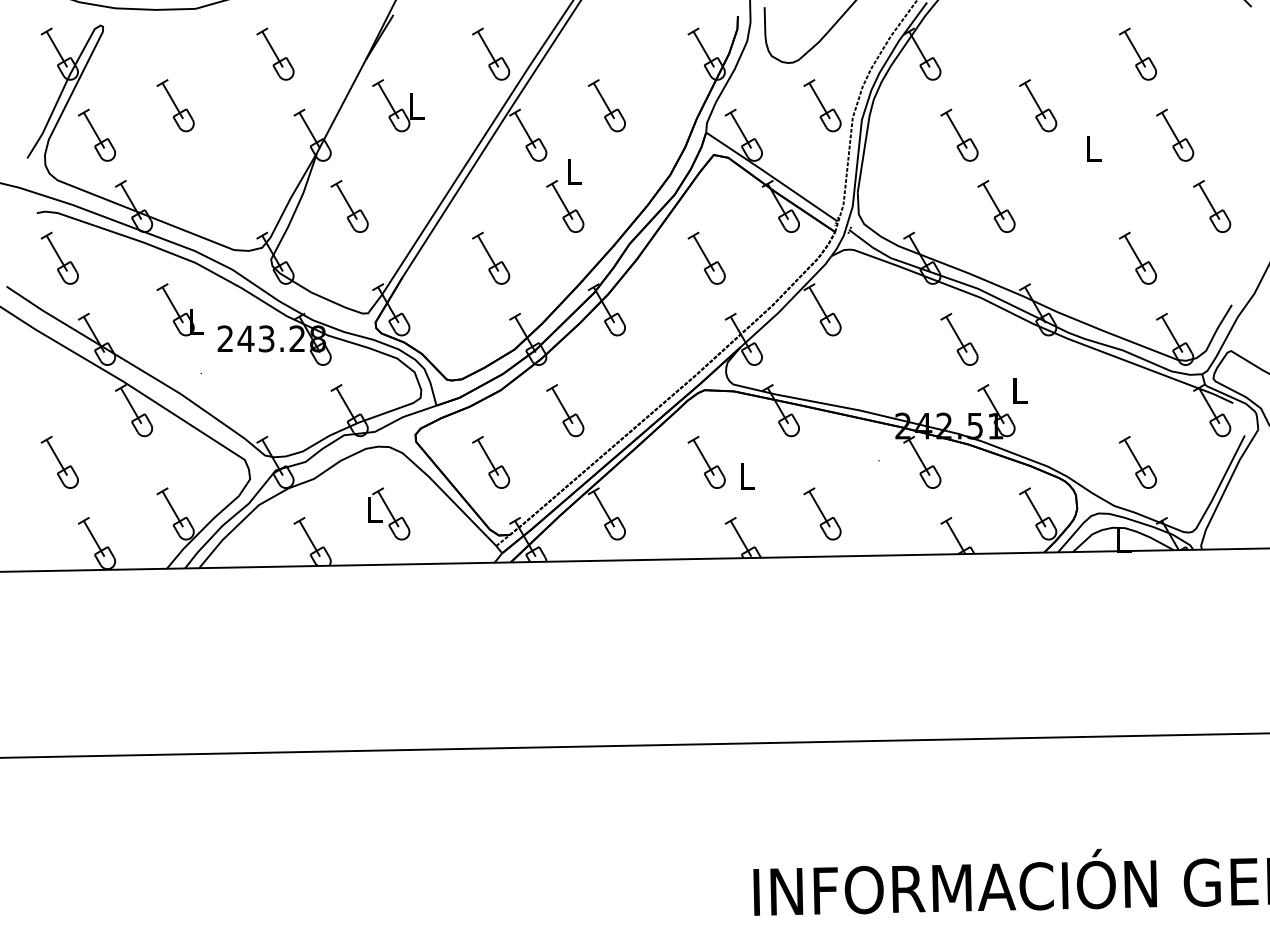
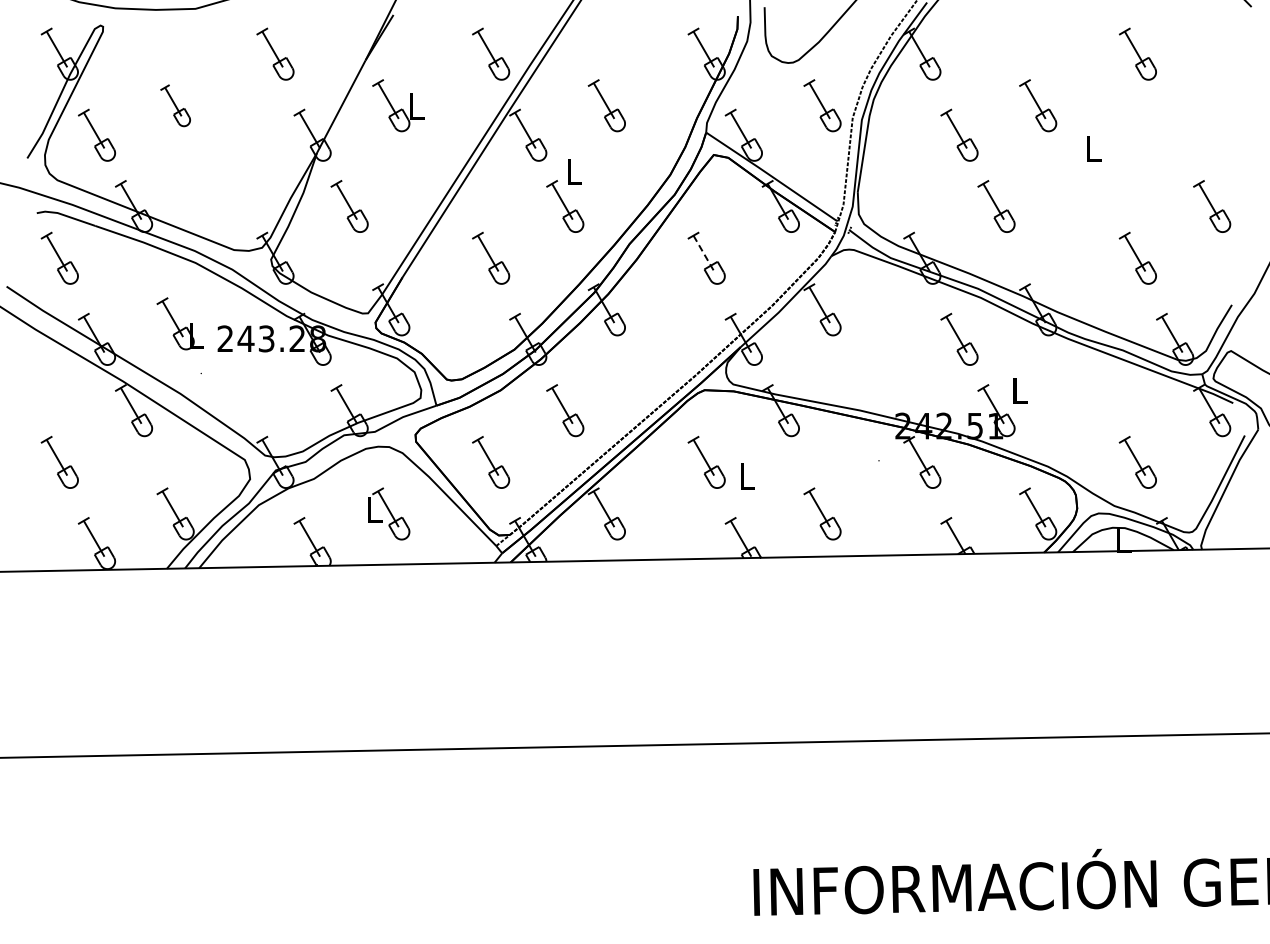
part at (175, 105) size: 39x54 px -> 31x44 px
part at (1175, 134): present -> none
line at (703, 253): solid -> dashed
part at (179, 309) position: (179, 309) -> (179, 323)
